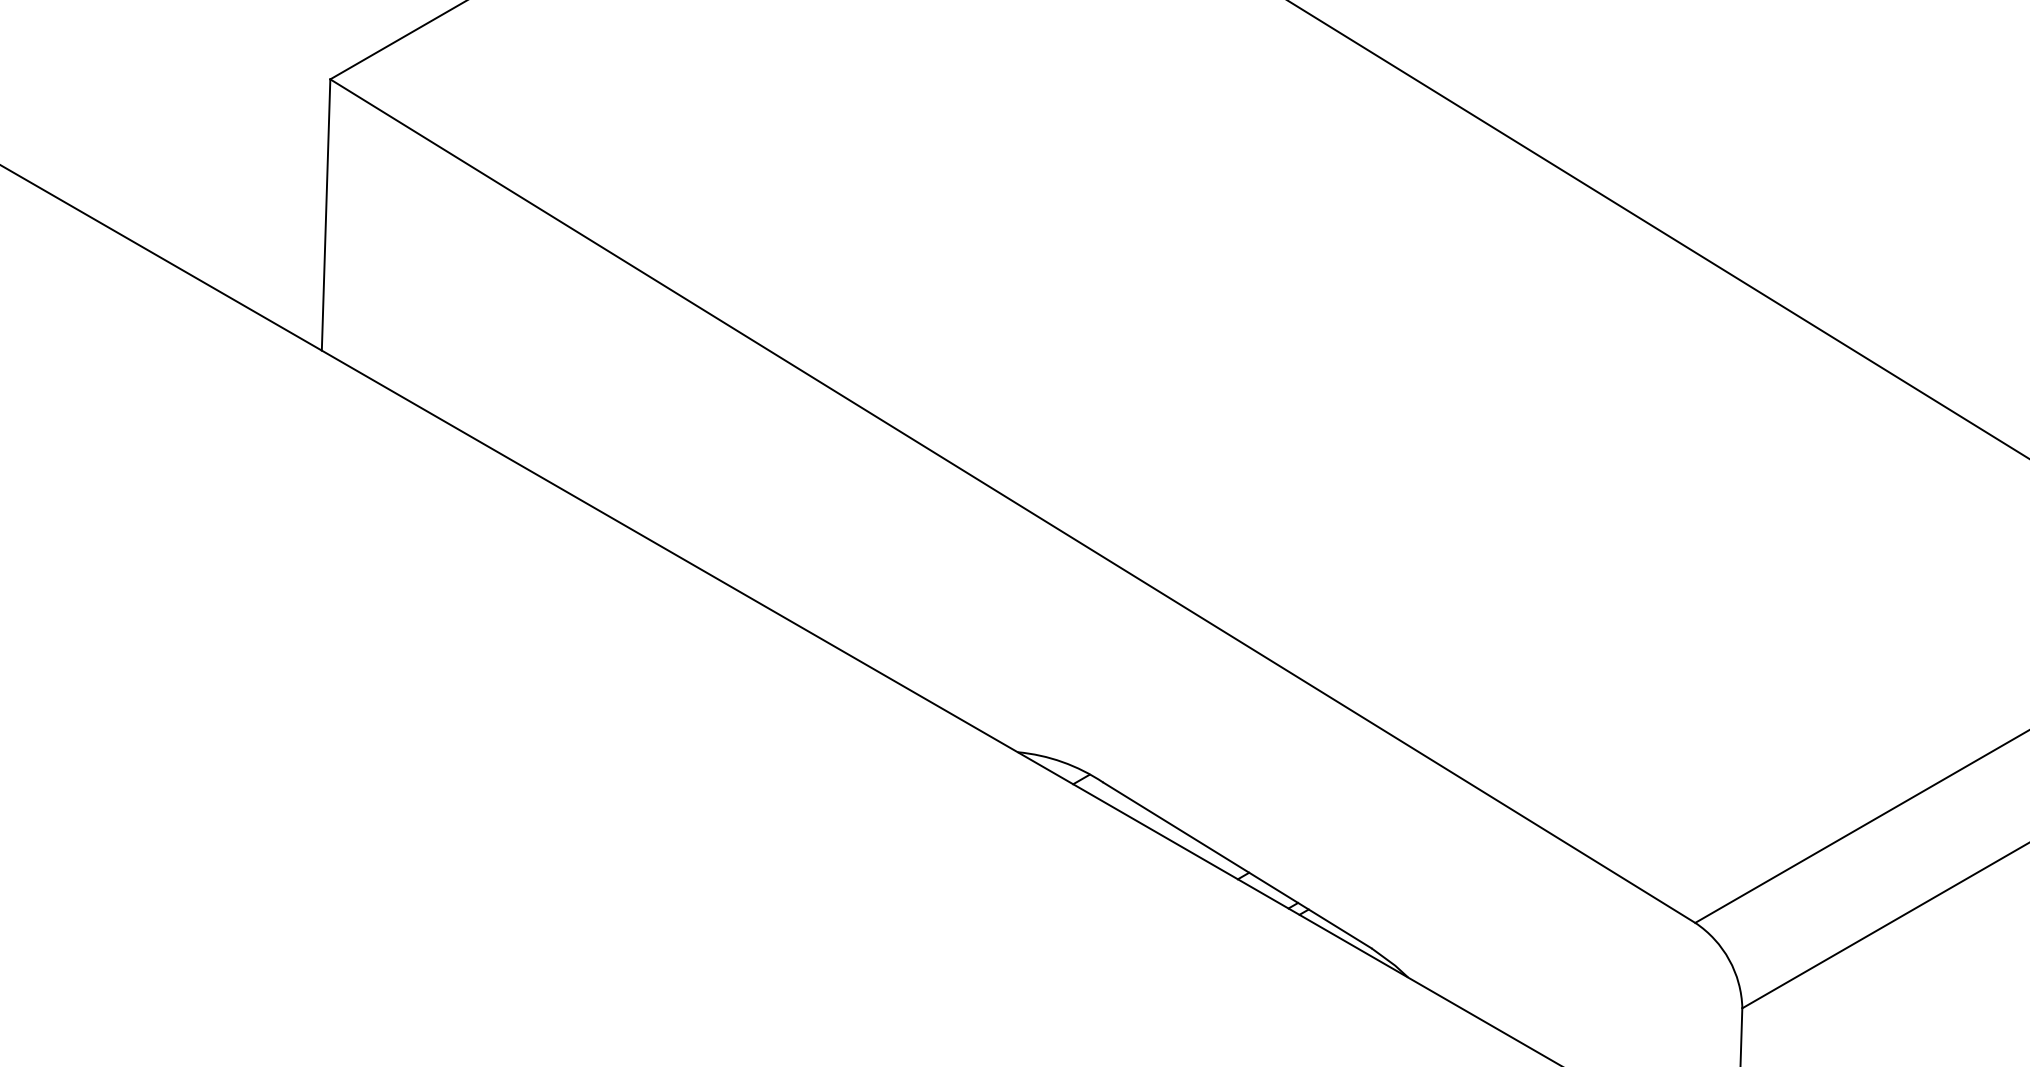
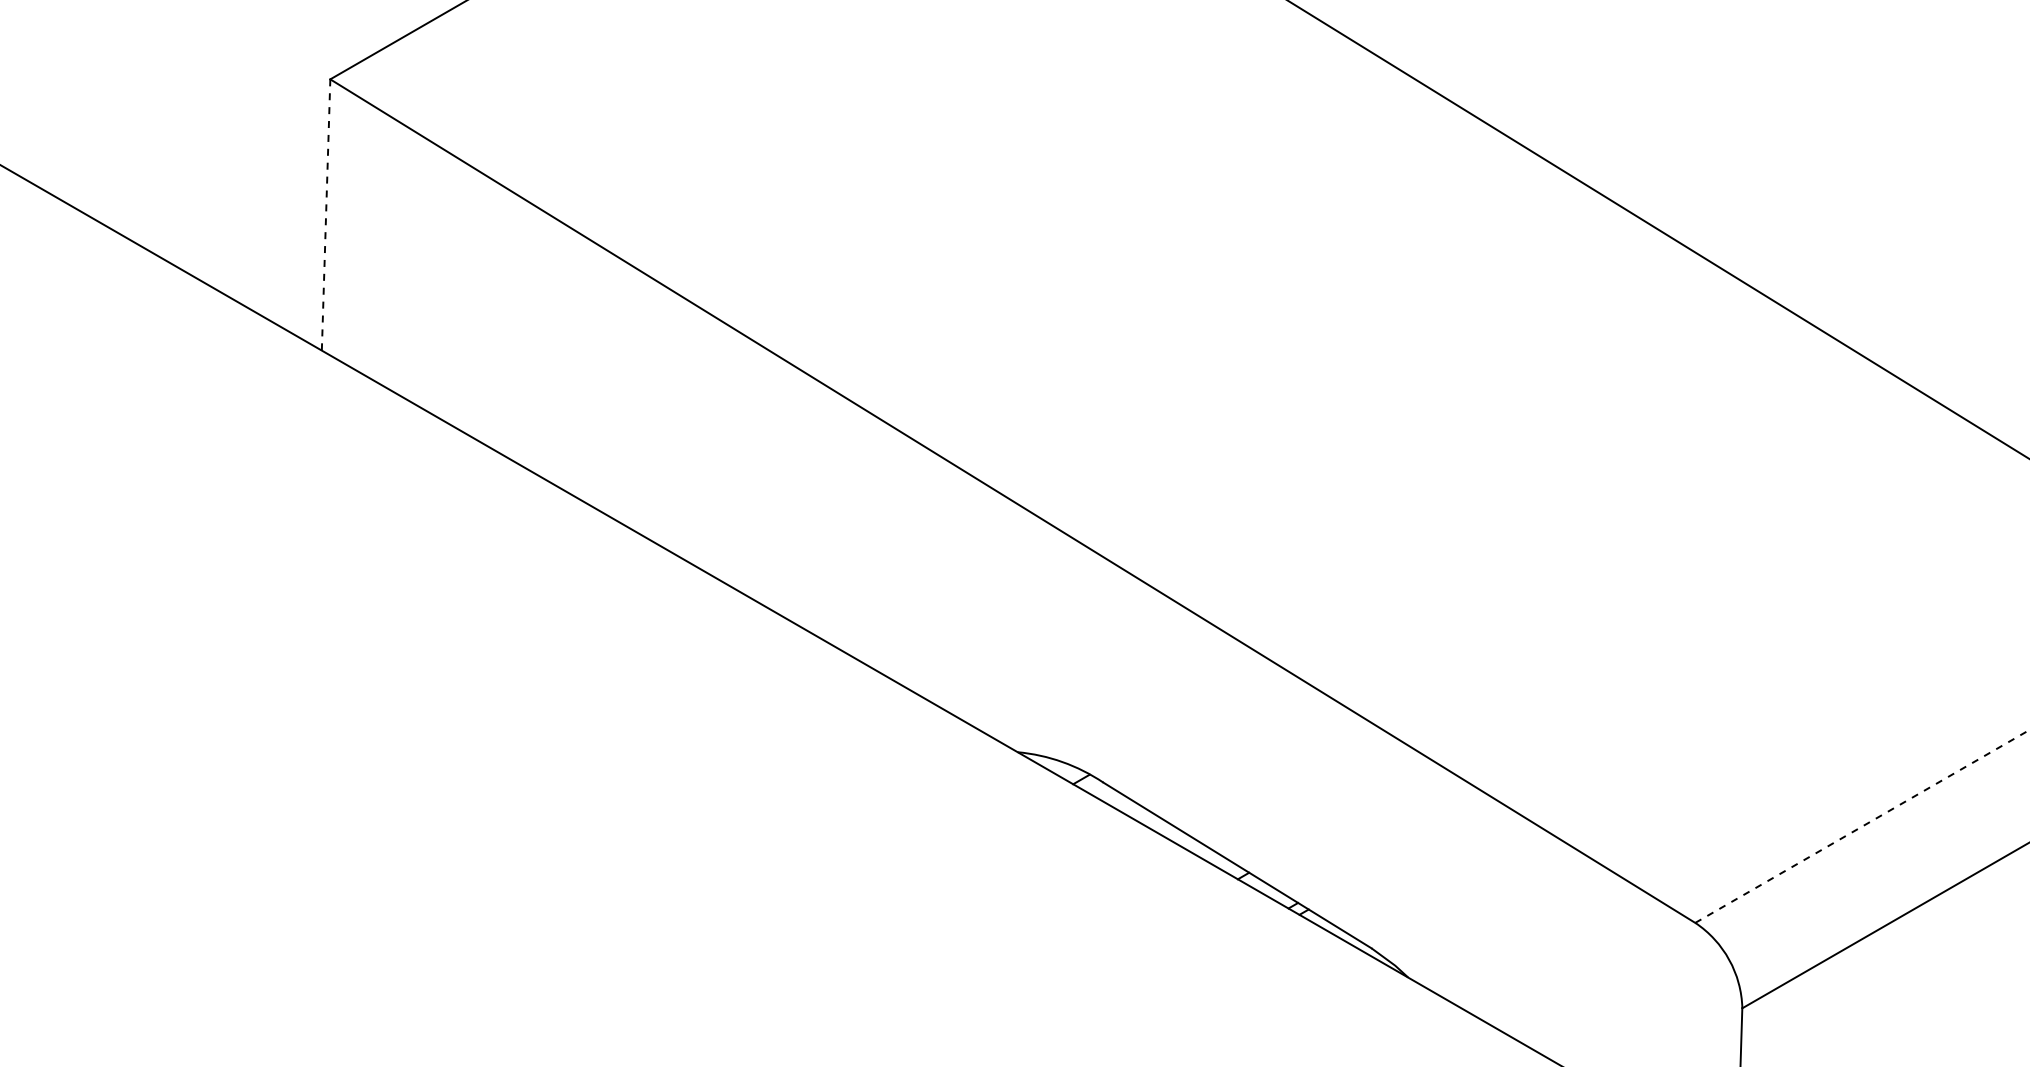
line at (326, 214): solid -> dashed
line at (1862, 826): solid -> dashed
